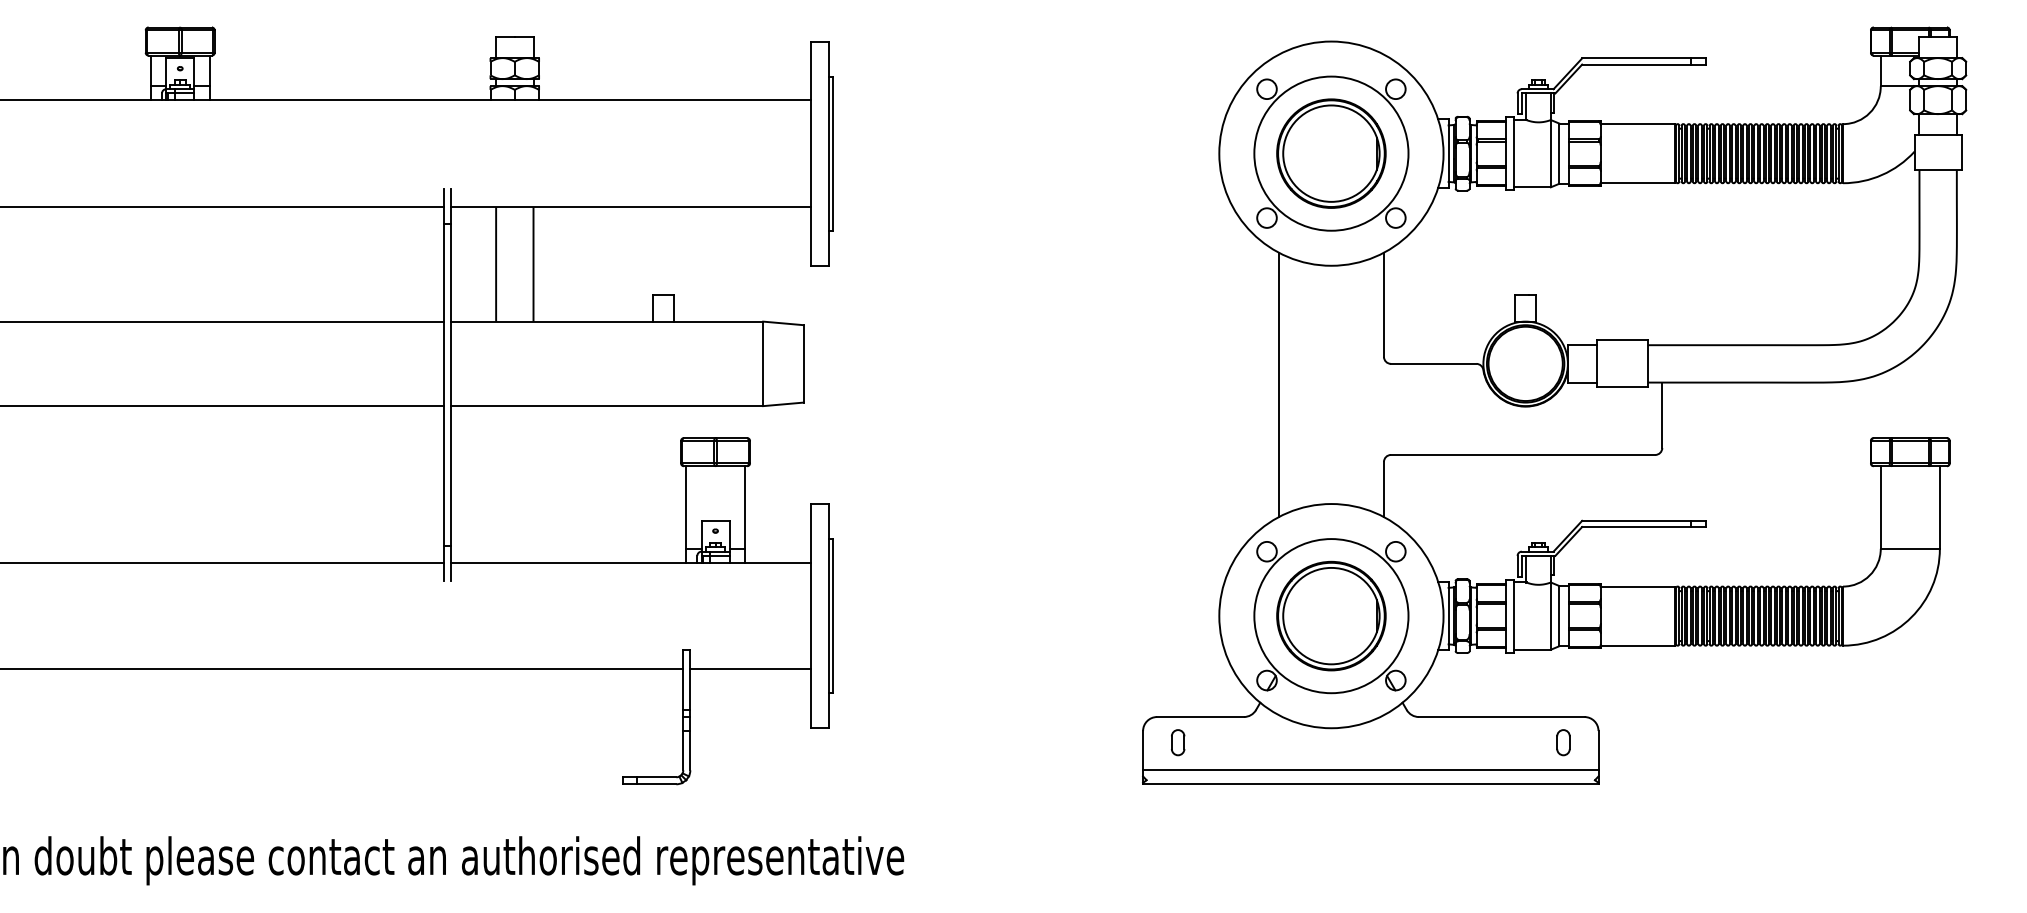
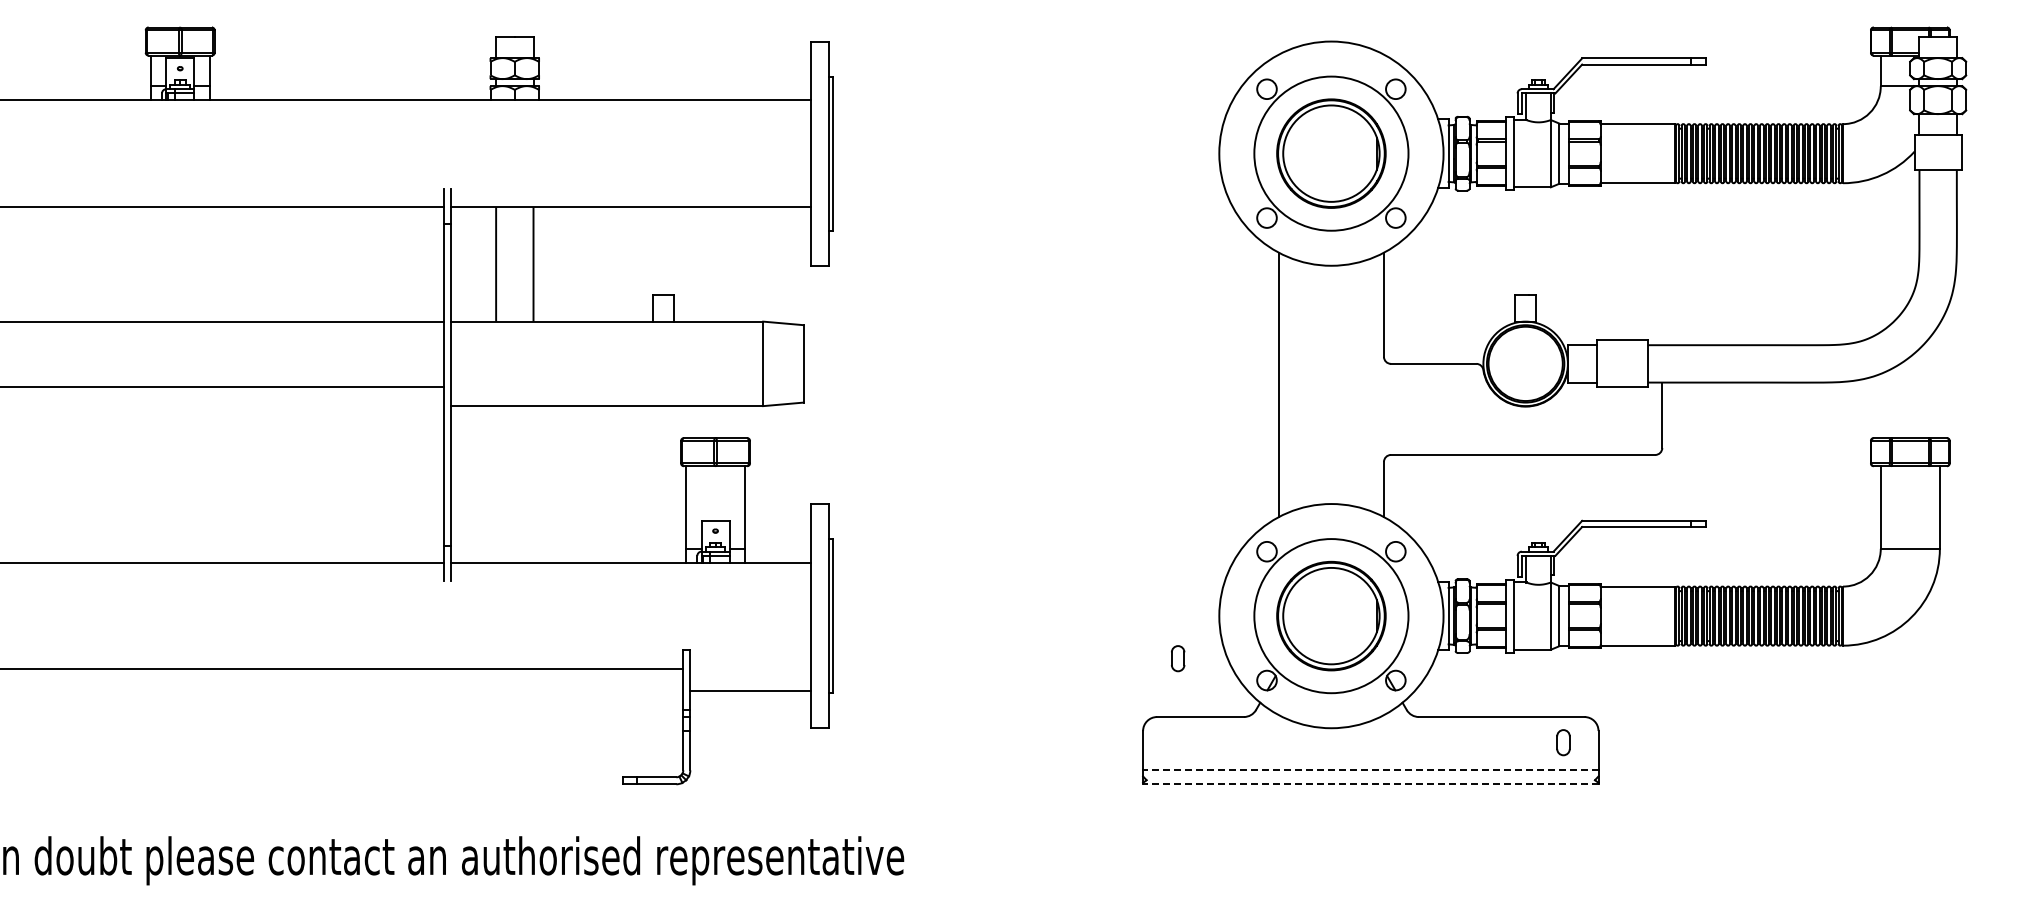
line at (223, 406) position: (223, 406) -> (223, 387)
line at (750, 669) position: (750, 669) -> (750, 691)
part at (1178, 742) position: (1178, 742) -> (1178, 658)
line at (1370, 770): solid -> dashed
line at (1370, 784): solid -> dashed
